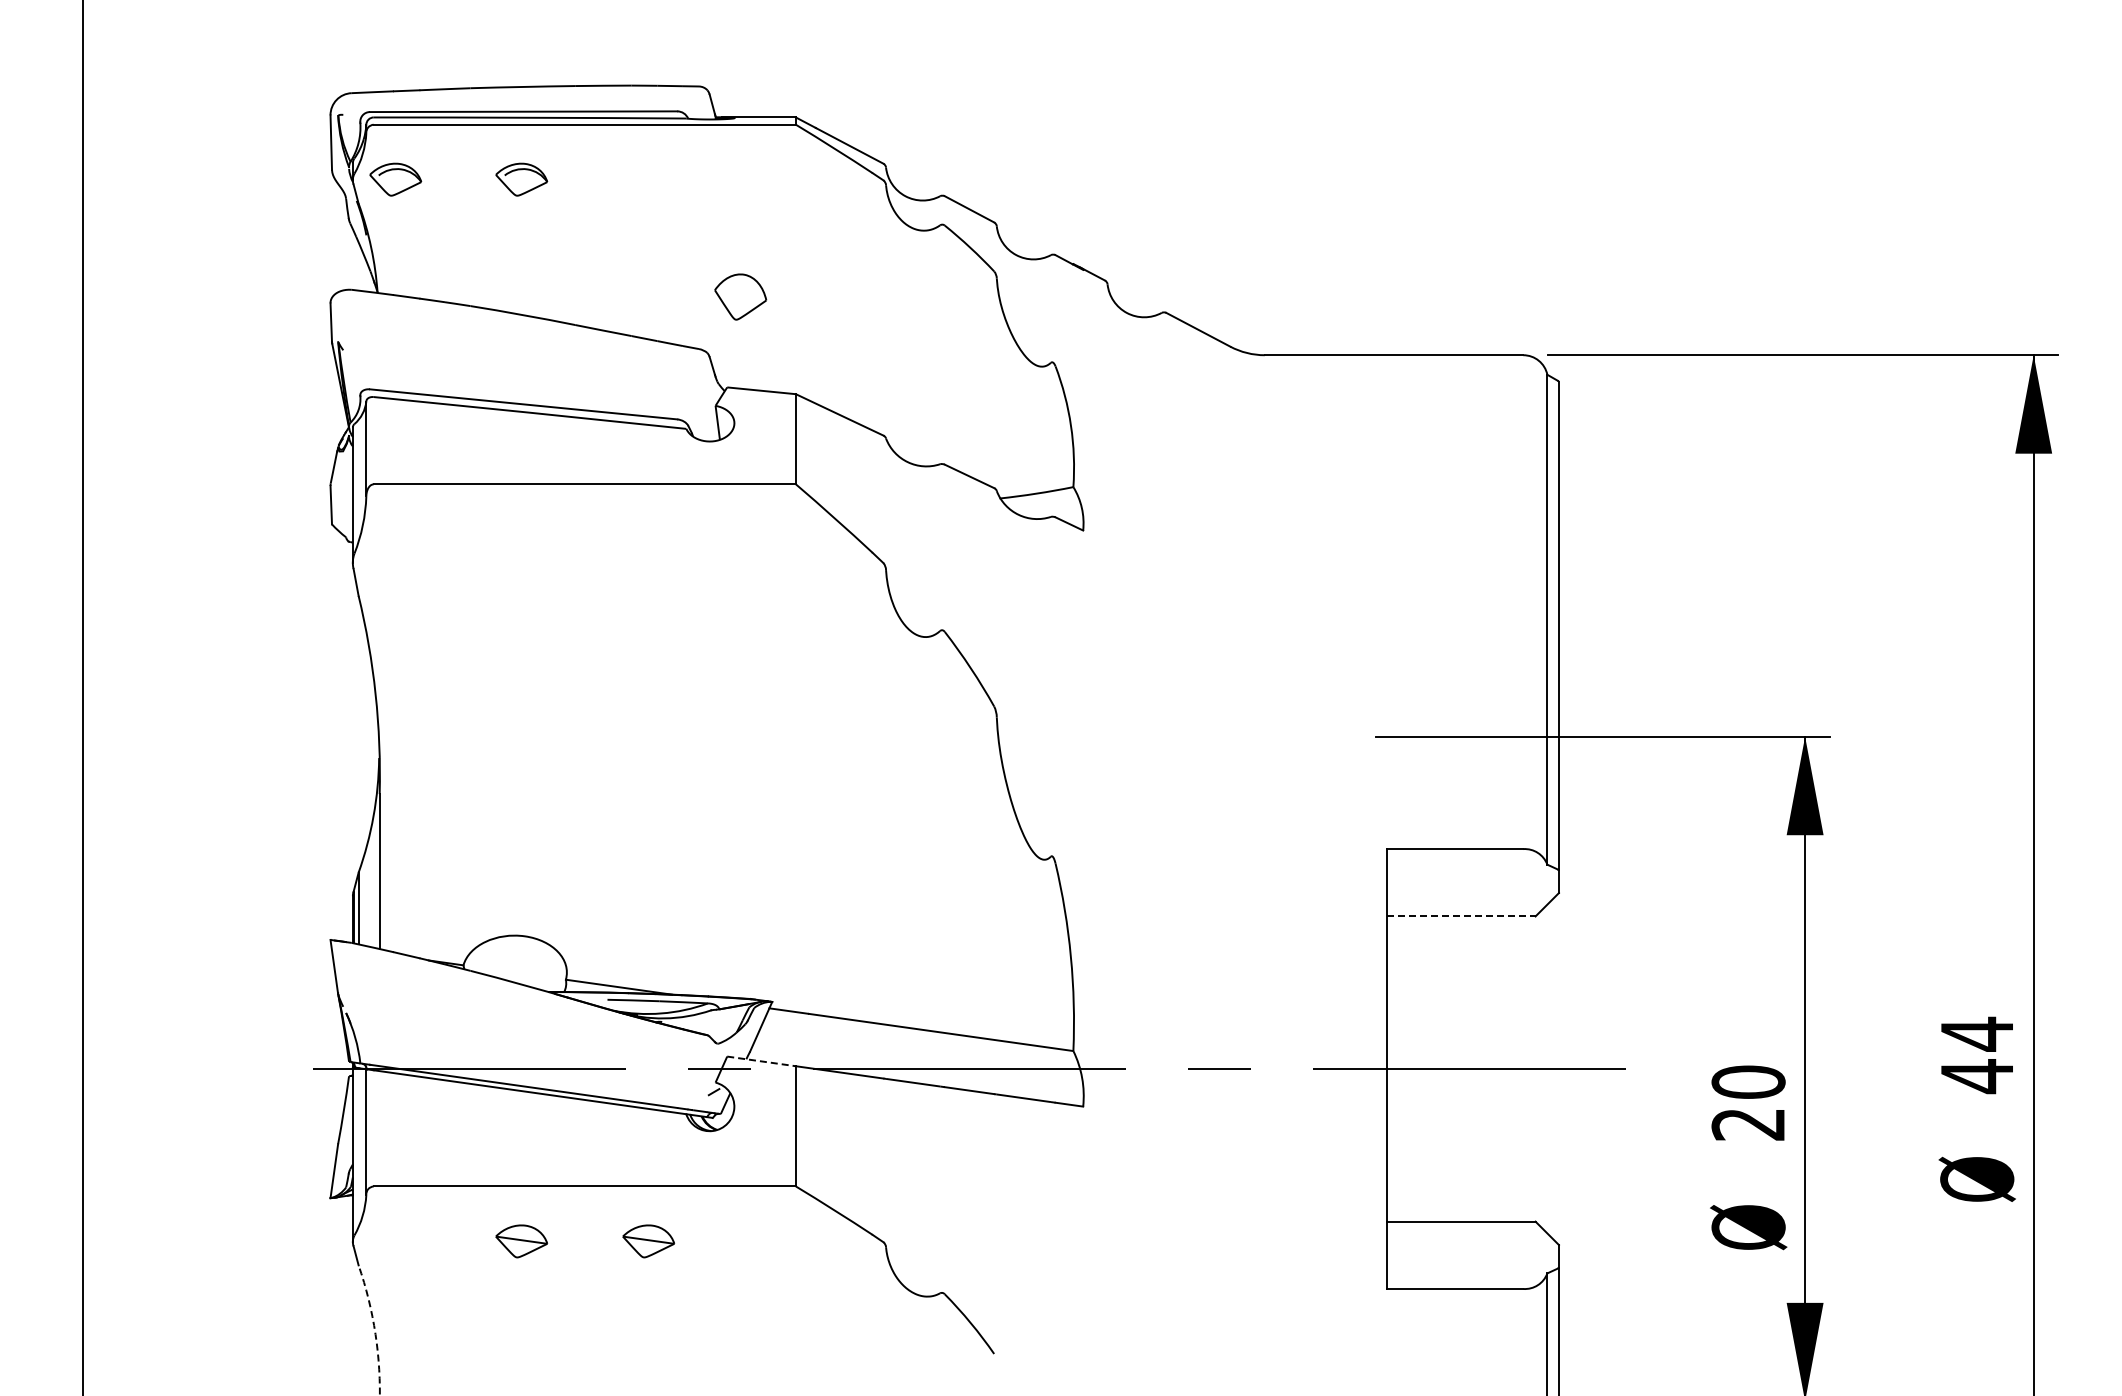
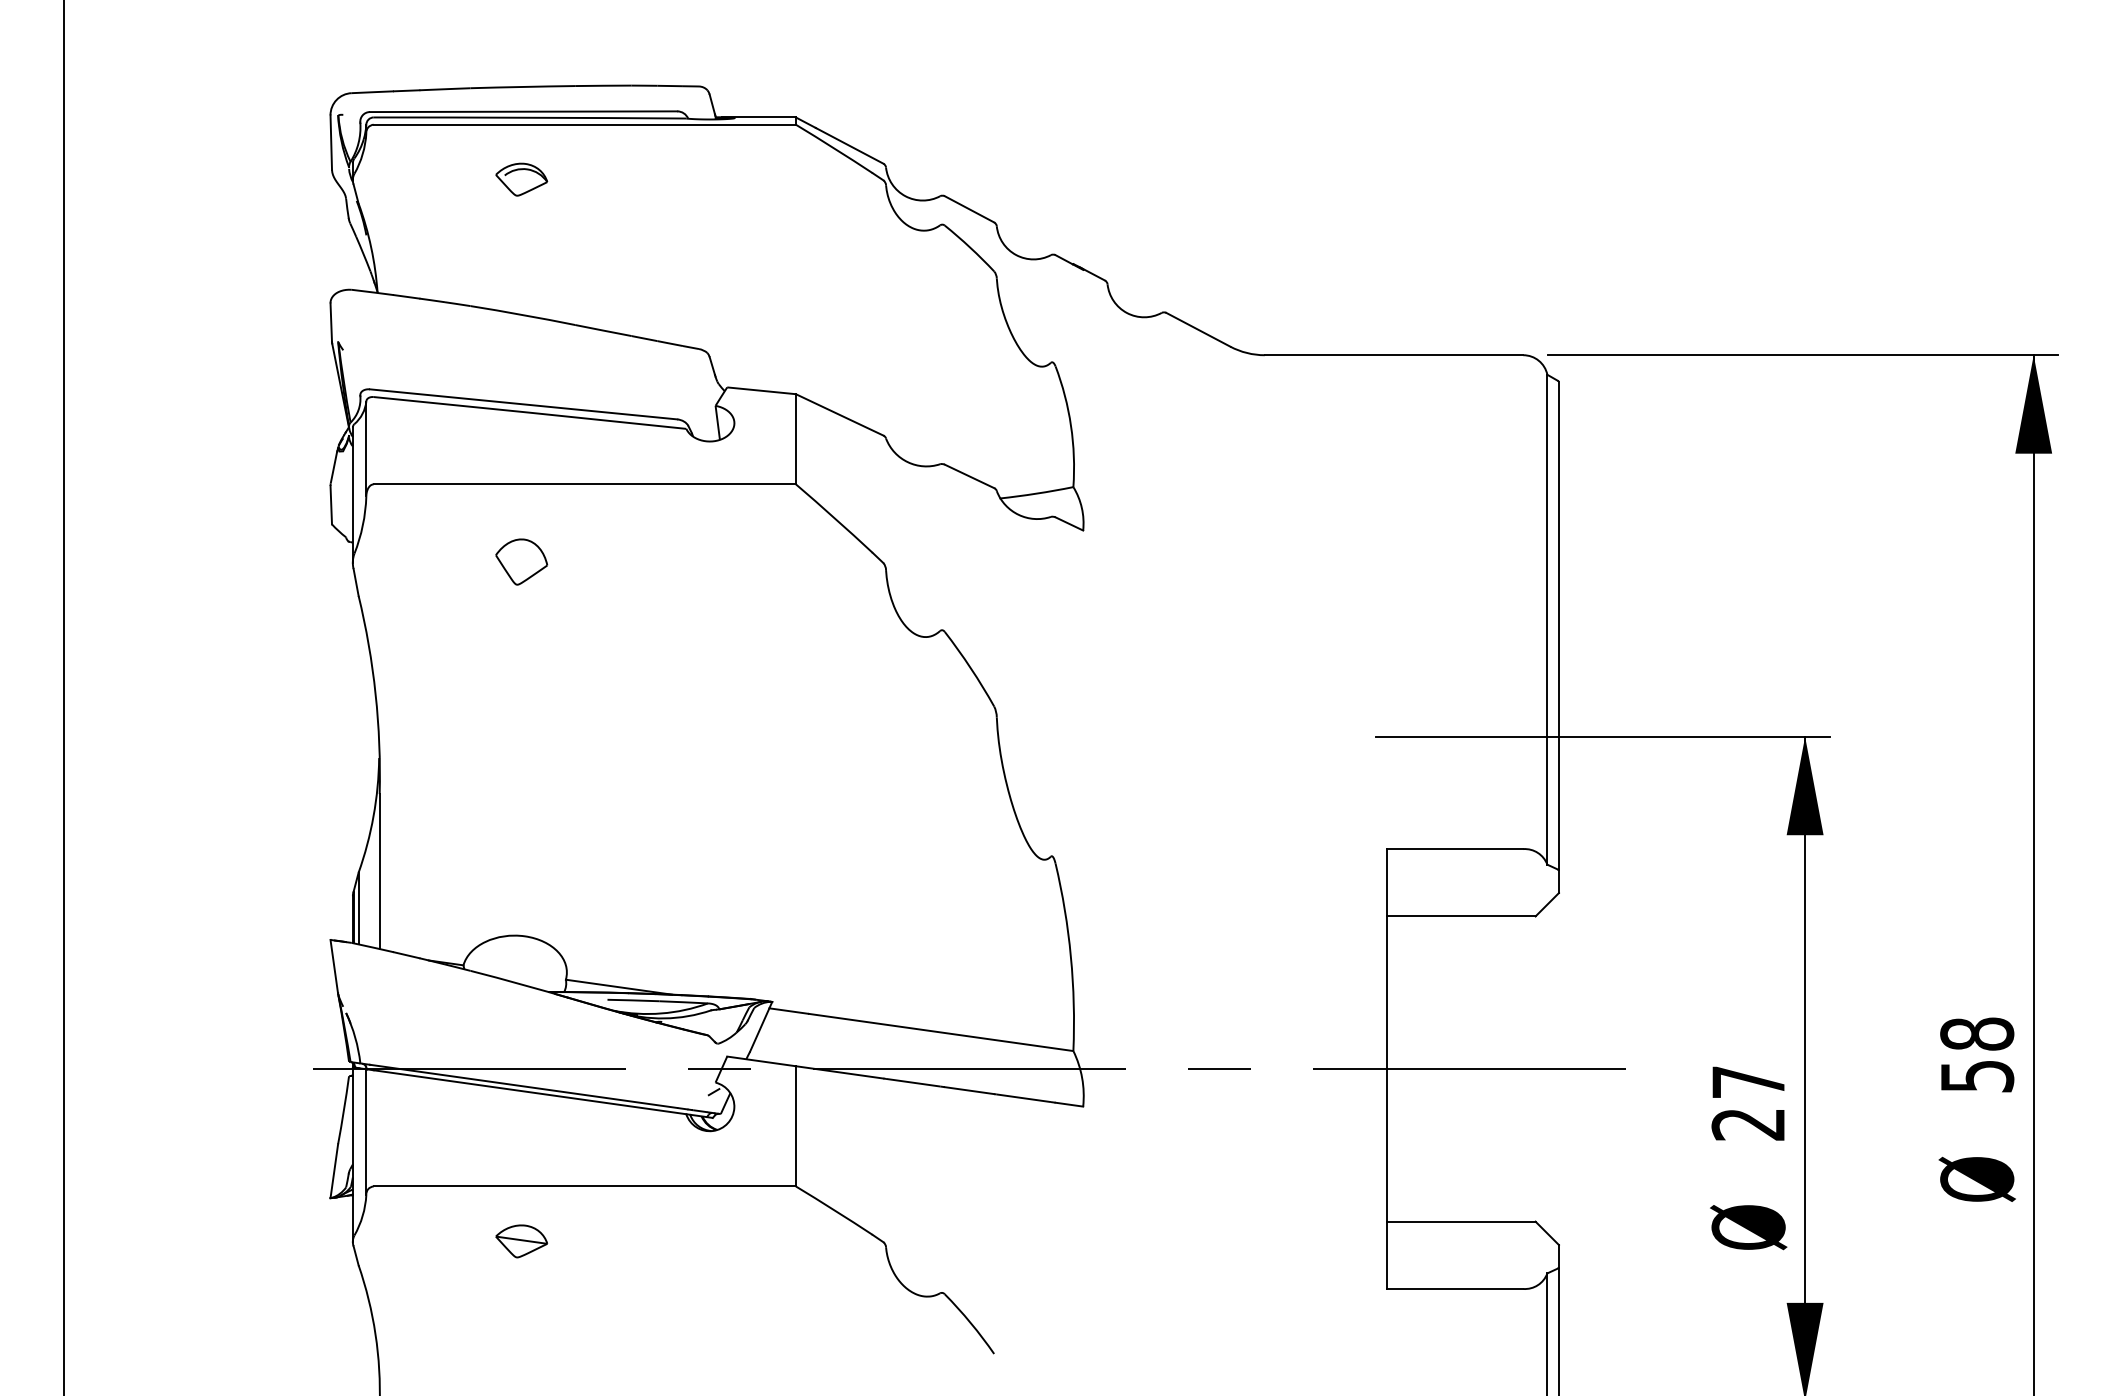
part at (395, 179): present -> none
part at (740, 296) position: (740, 296) -> (521, 561)
line at (82, 697) position: (82, 697) -> (63, 697)
line at (1461, 916): dashed -> solid
text at (1977, 1055): 44 -> 58
line at (761, 1061): dashed -> solid
text at (1748, 1081): 20 -> 27
part at (648, 1241): present -> none
arc at (374, 1329): dashed -> solid
